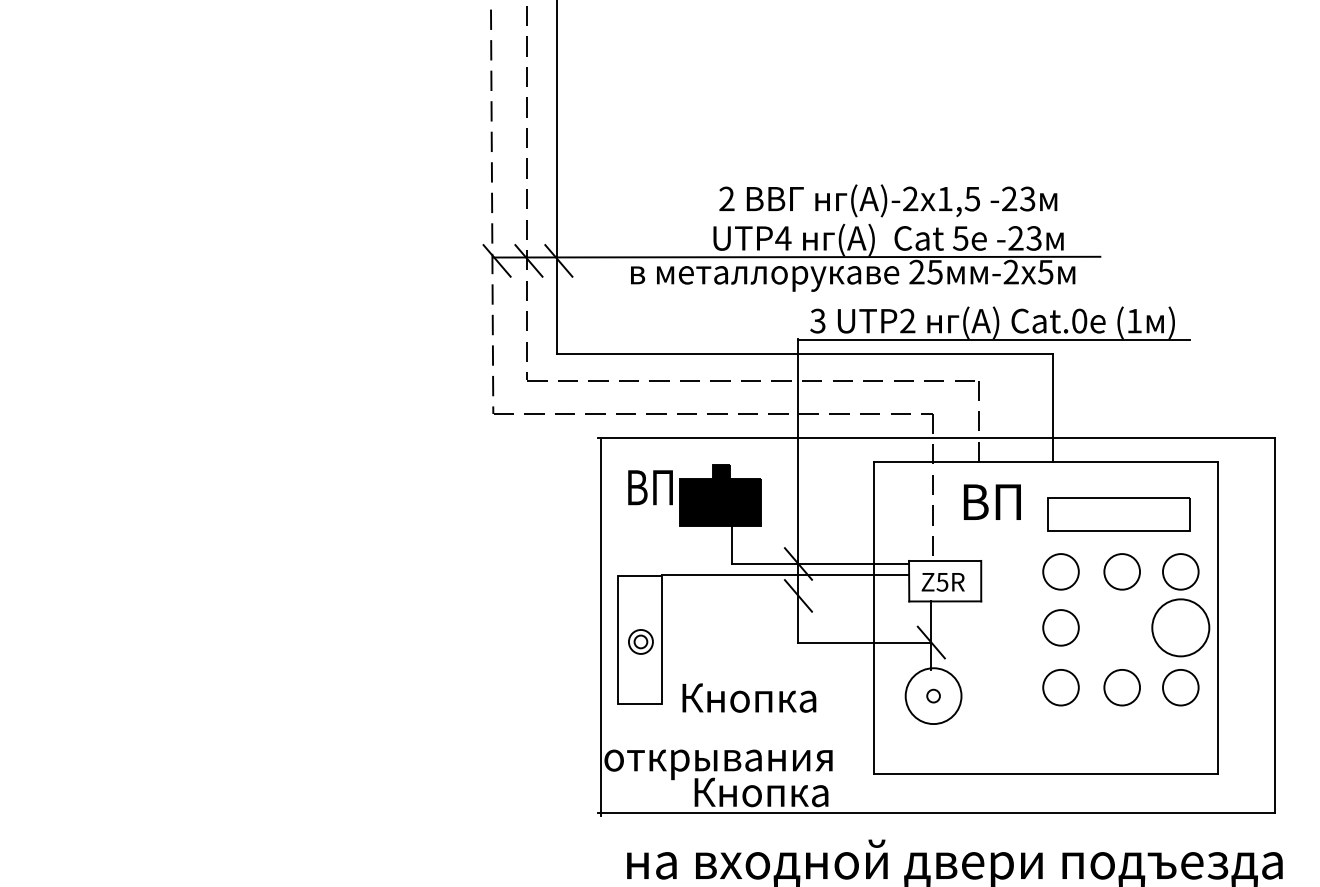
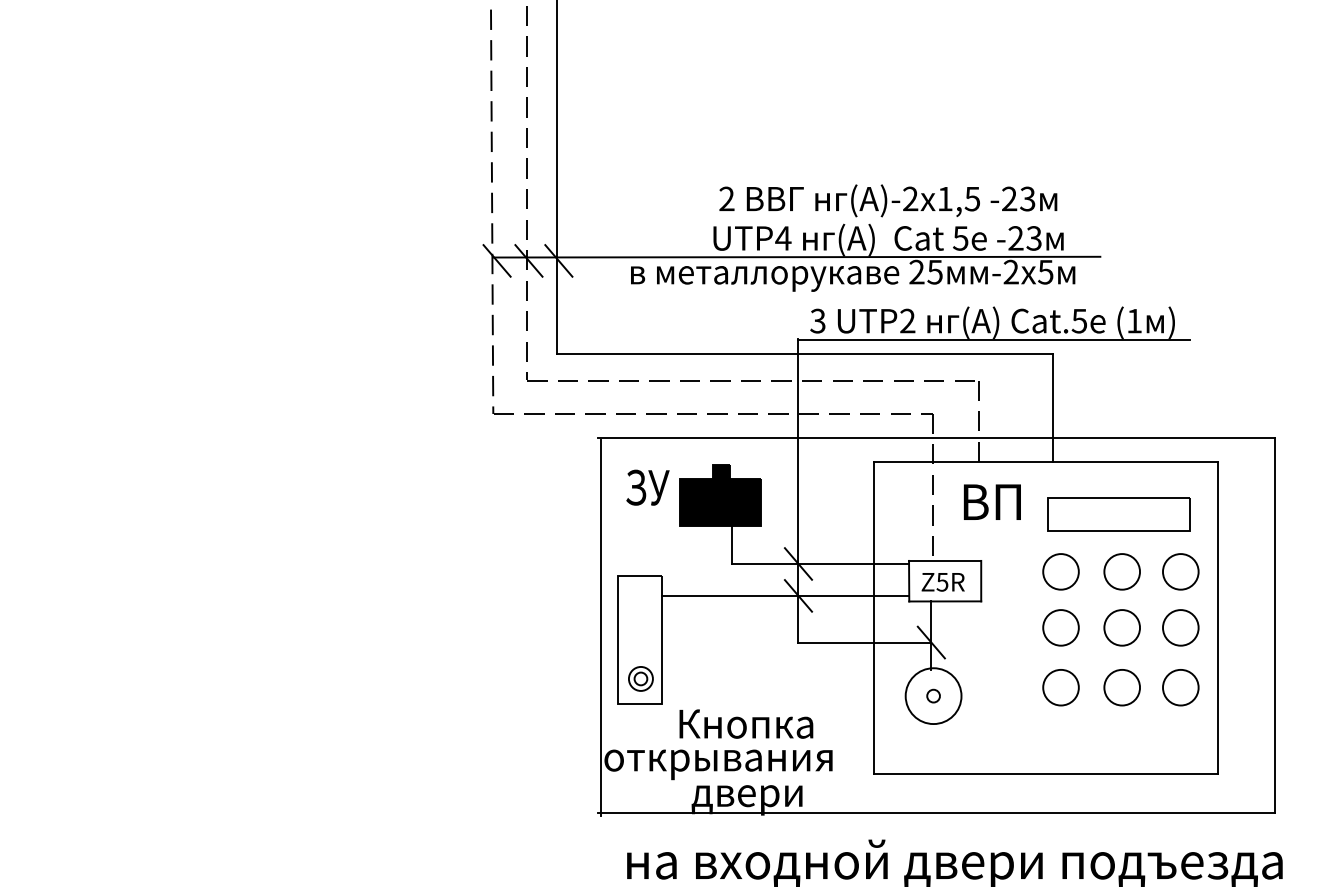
text at (1079, 320): Cat.0e -> Cat.5e
text at (649, 487): ВП -> ЗУ
line at (785, 574) position: (785, 574) -> (785, 595)
circle at (1121, 627): none -> present
circle at (1180, 627) diameter: 57 px -> 36 px
part at (640, 641) position: (640, 641) -> (640, 678)
text at (749, 697) position: (749, 697) -> (746, 723)
text at (759, 796): Кнопка -> двери
